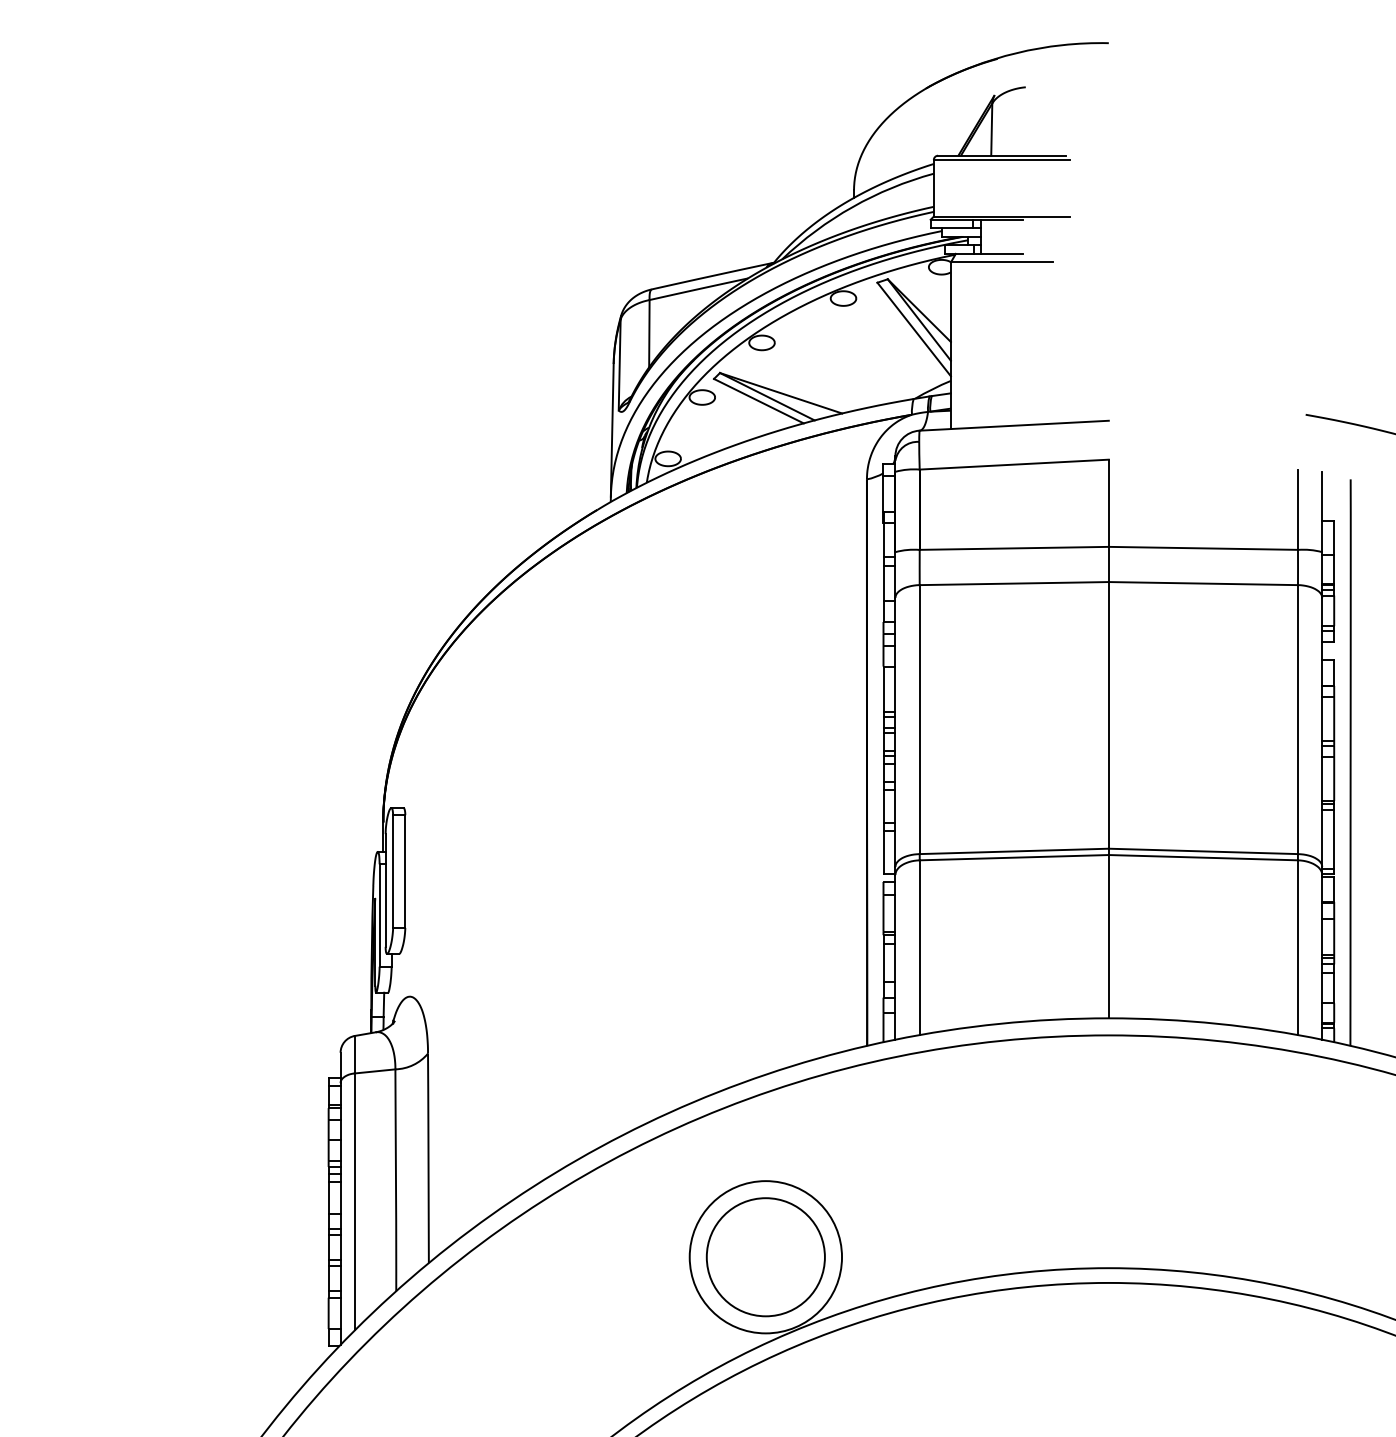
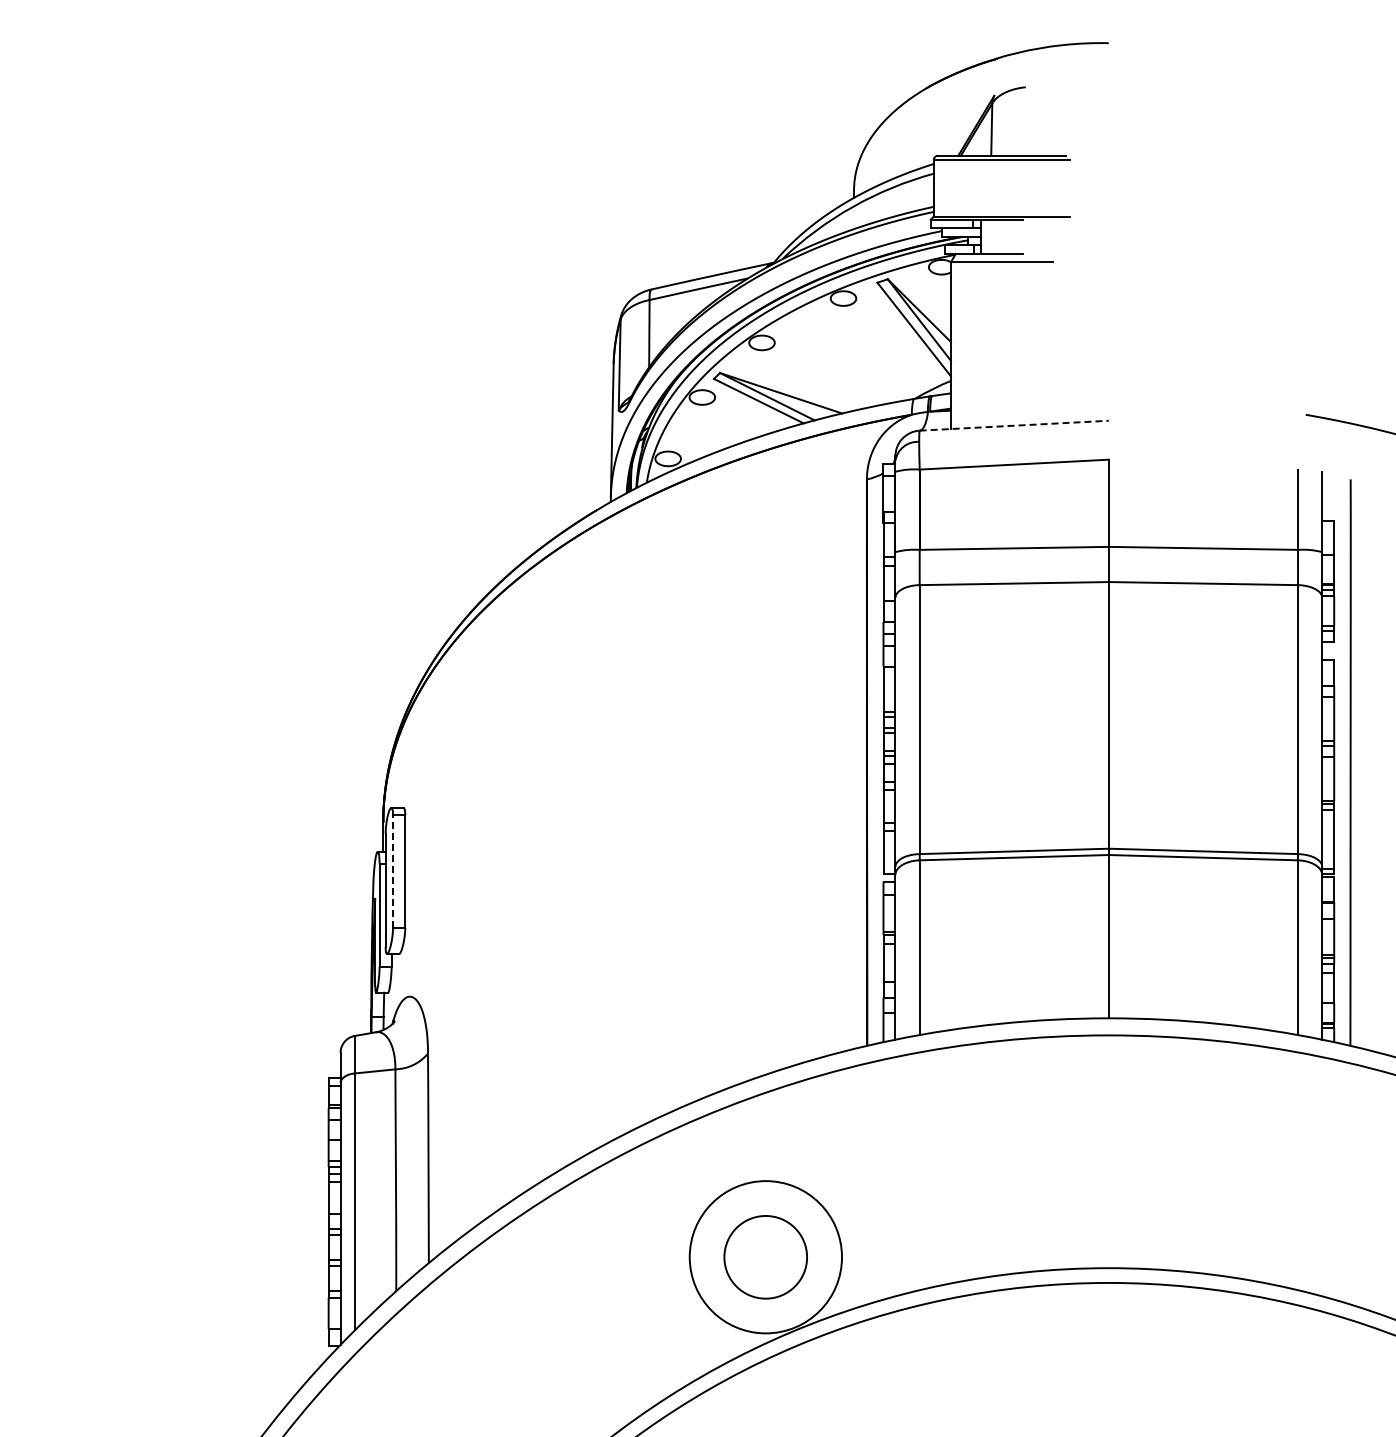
line at (1014, 425): solid -> dashed
line at (393, 871): solid -> dashed
circle at (765, 1257) size: 121x121 px -> 85x85 px
